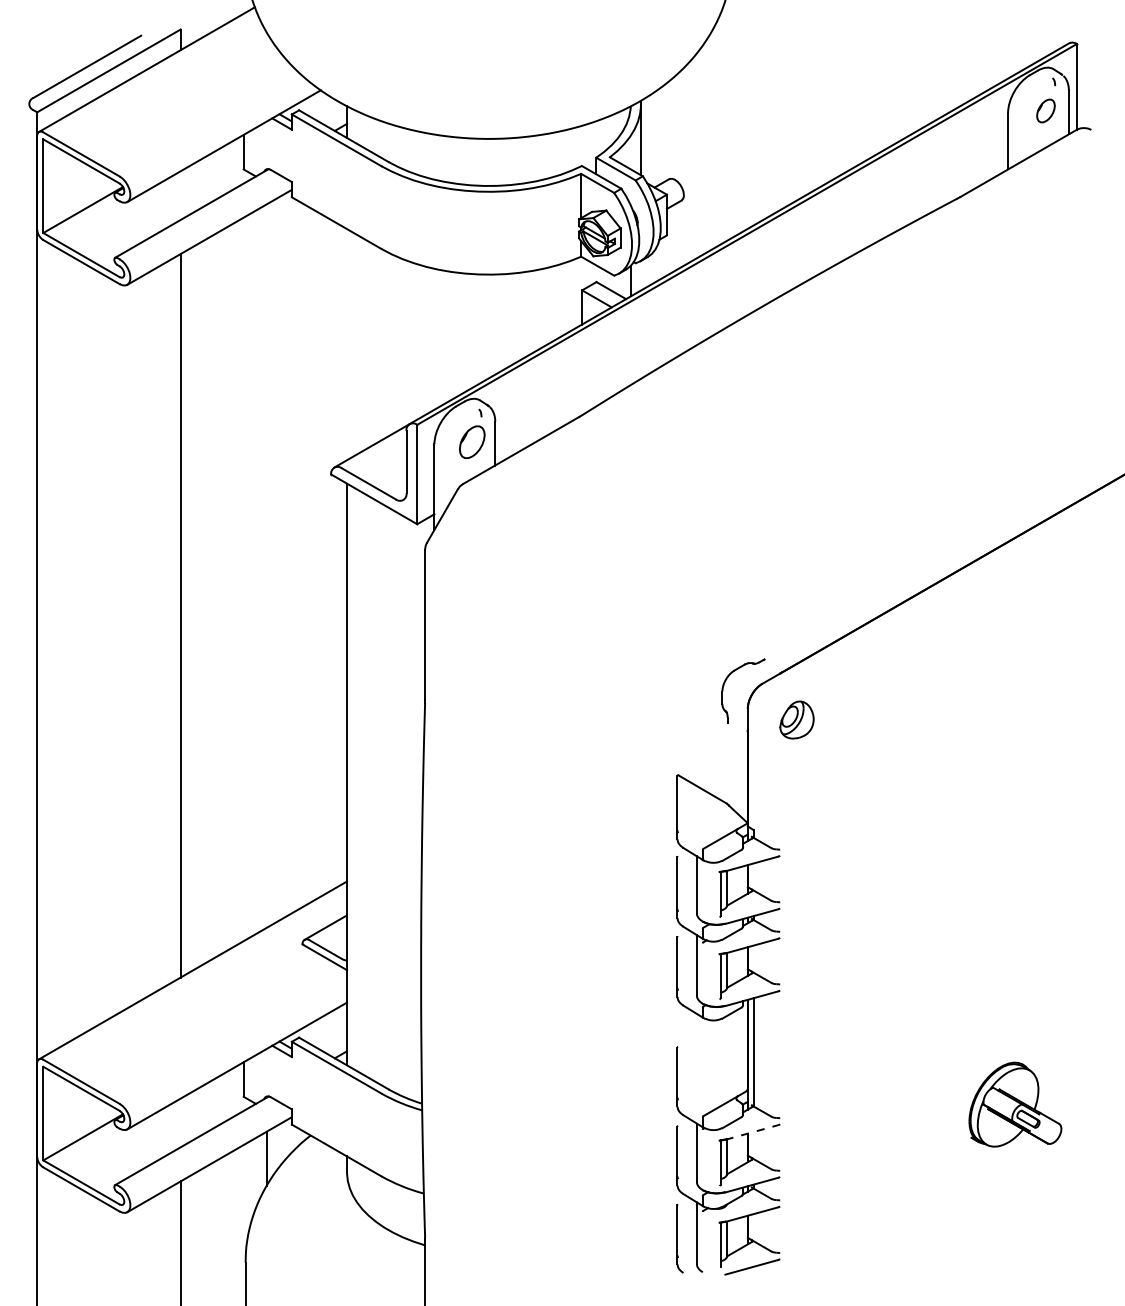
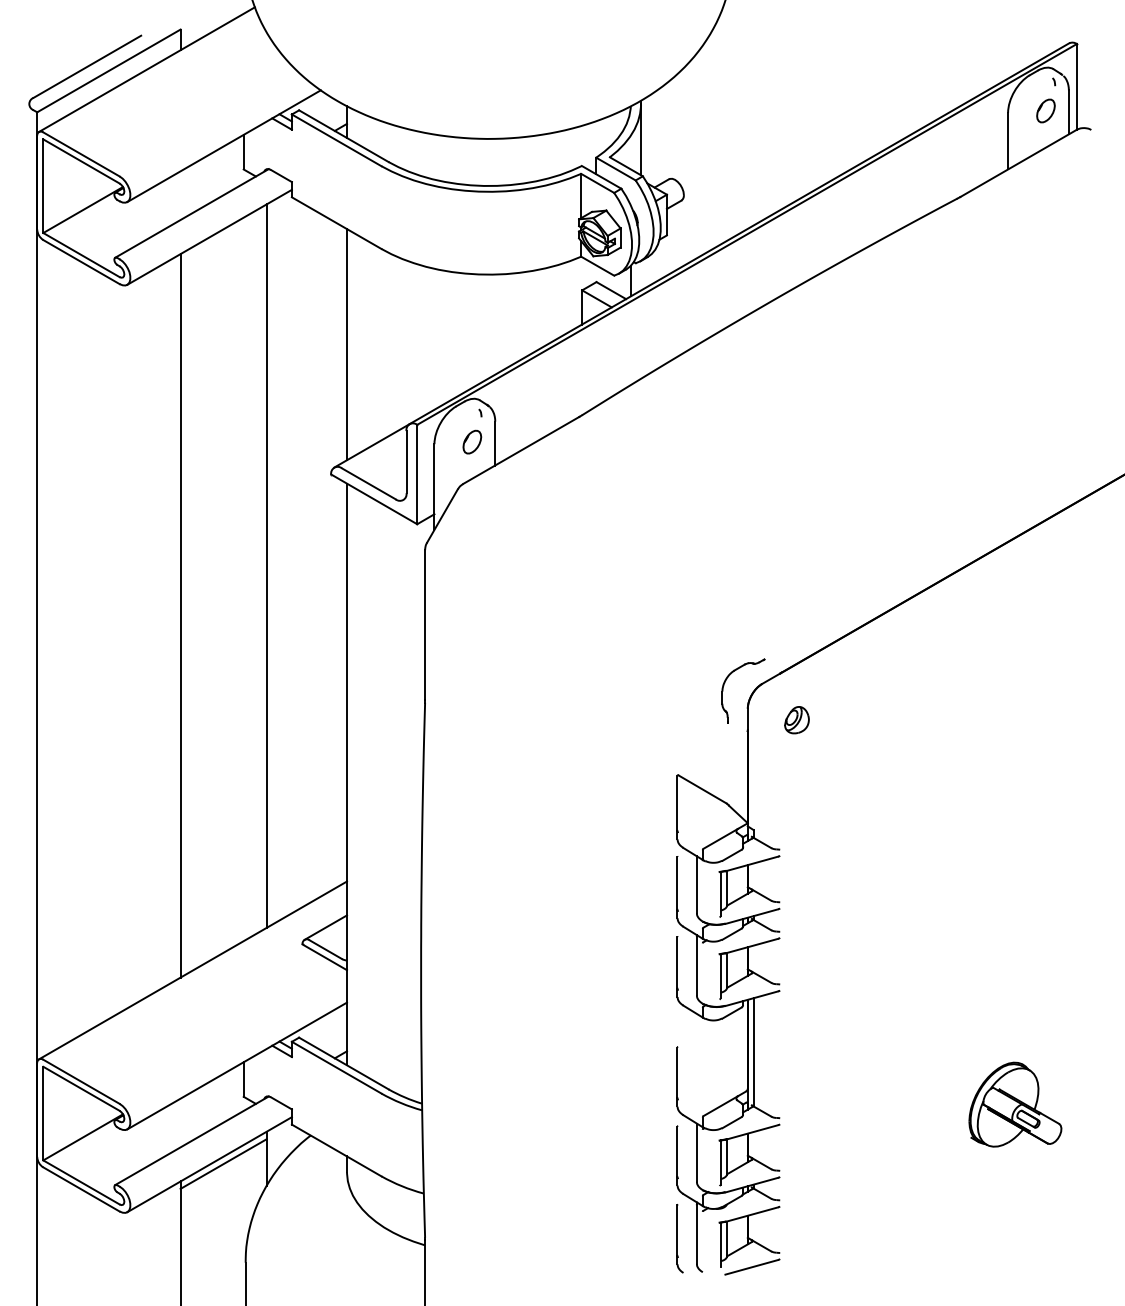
line at (346, 344): none -> present
part at (472, 441) size: 27x34 px -> 21x26 px
line at (266, 565): none -> present
part at (796, 719) size: 36x40 px -> 26x29 px
line at (752, 1132): dashed -> solid
line at (223, 1163): none -> present
